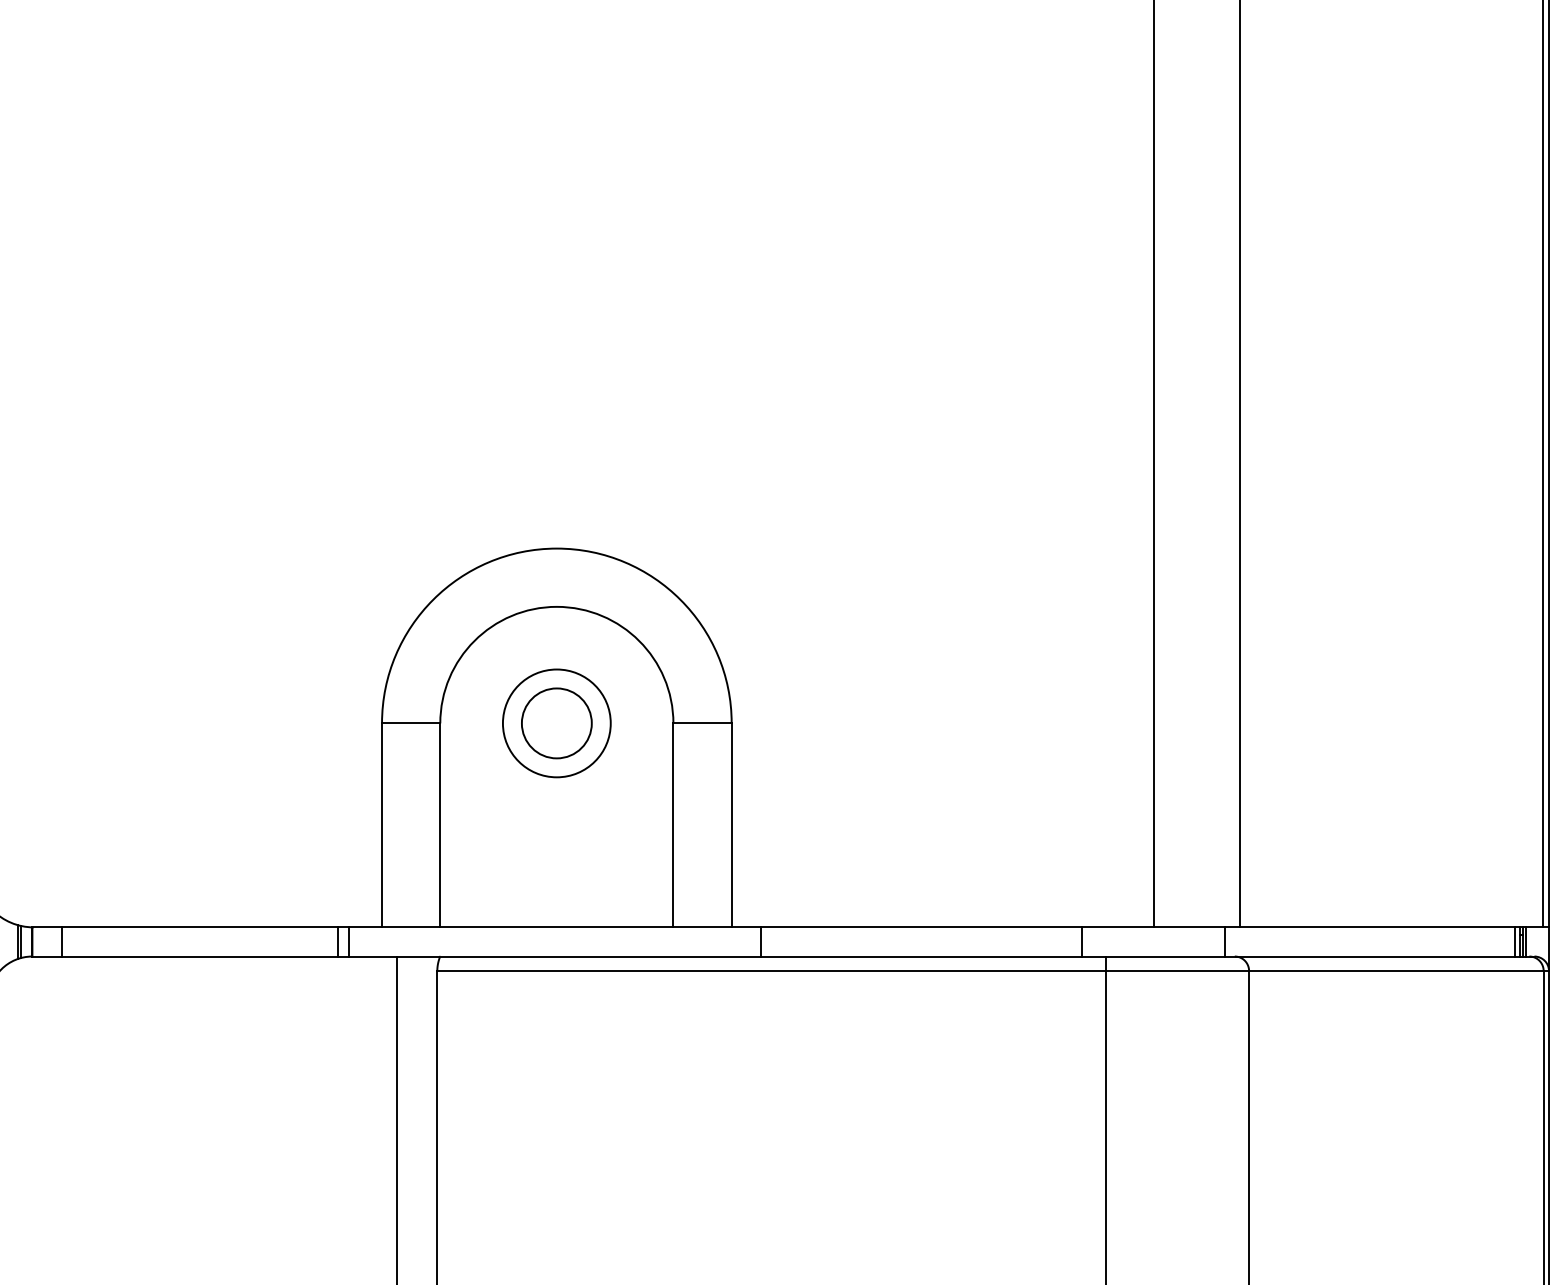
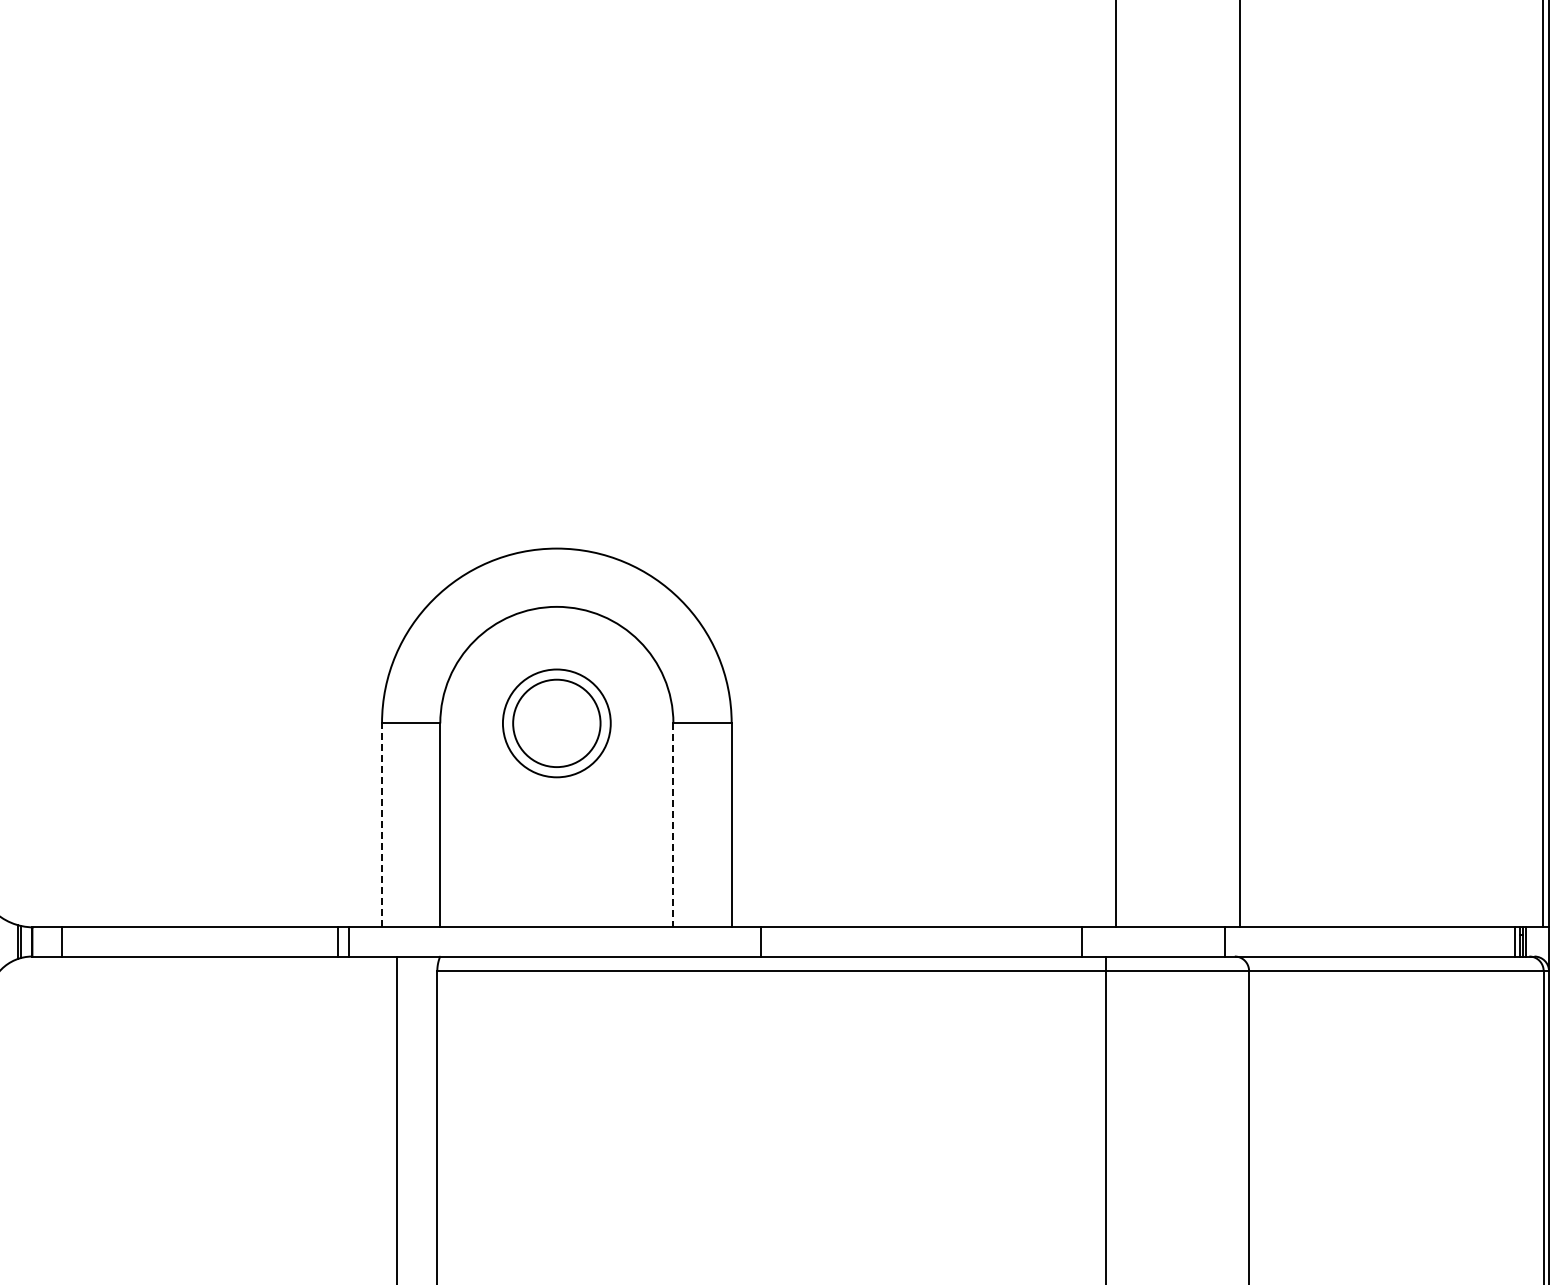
line at (1154, 464) position: (1154, 464) -> (1116, 464)
circle at (556, 723) diameter: 70 px -> 87 px
line at (382, 825): solid -> dashed
line at (673, 825): solid -> dashed
